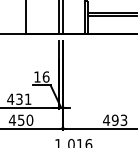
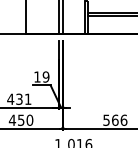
text at (45, 76): 16 -> 19
text at (115, 119): 493 -> 566
